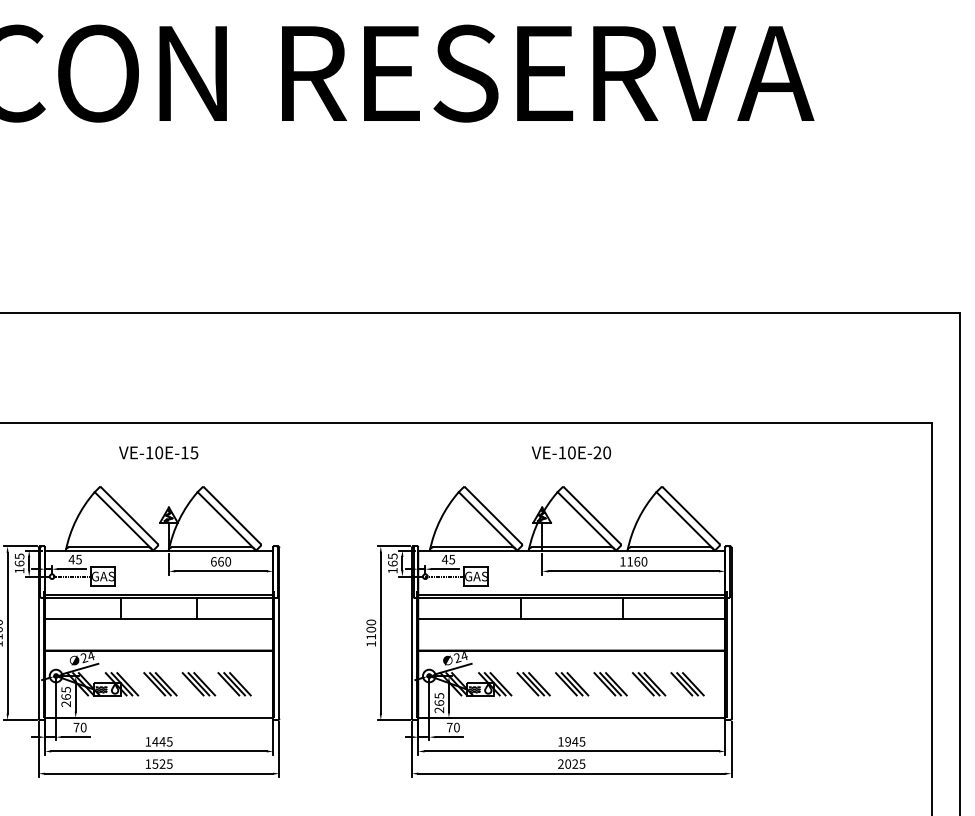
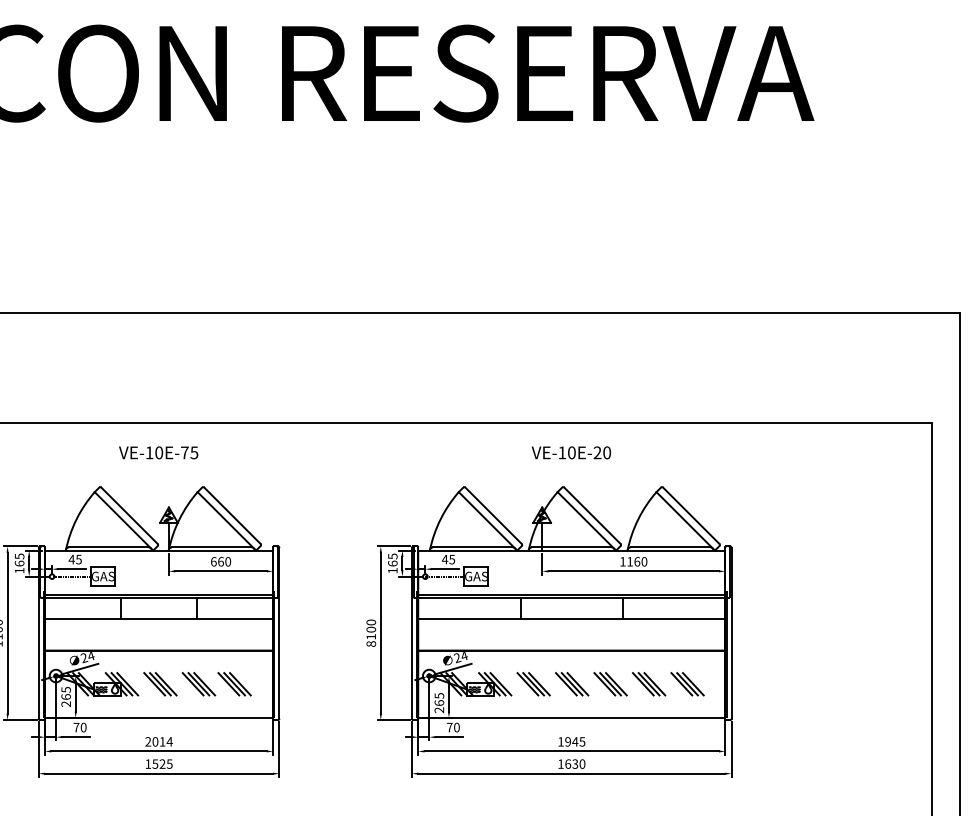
text at (184, 452): VE-10E-15 -> VE-10E-75
text at (371, 643): 1100 -> 8100
text at (158, 741): 1445 -> 2014
text at (571, 763): 2025 -> 1630
